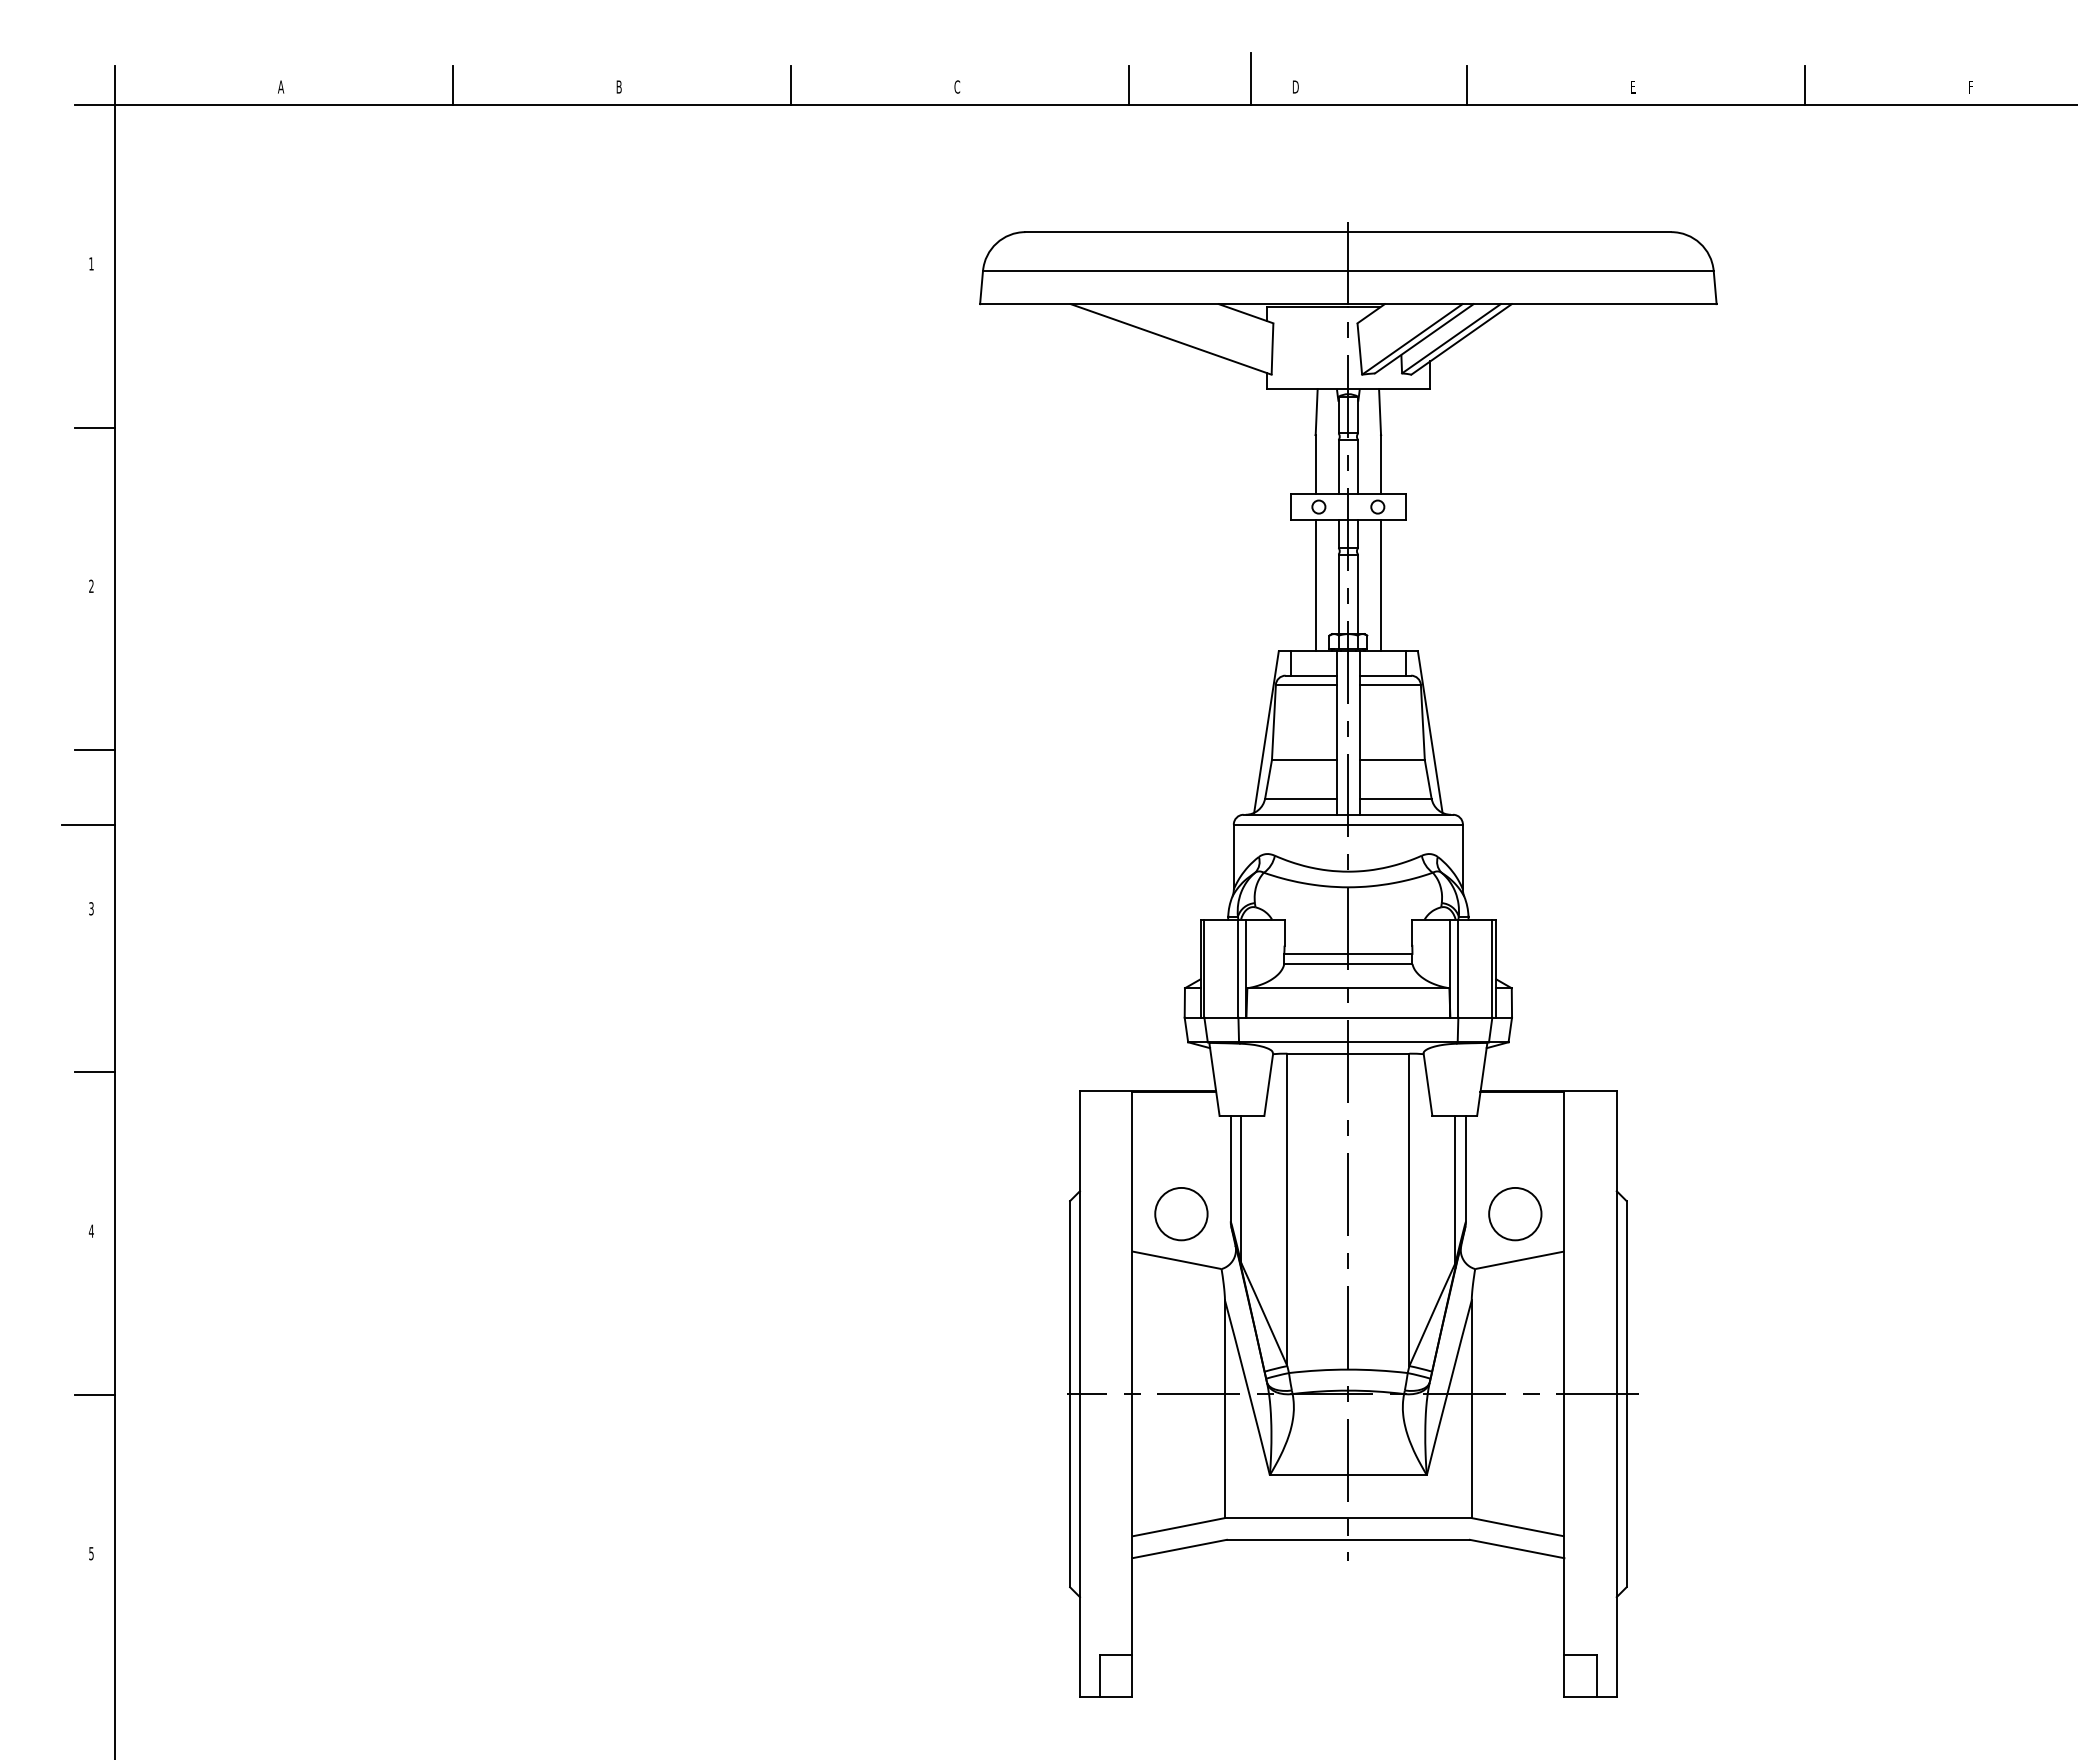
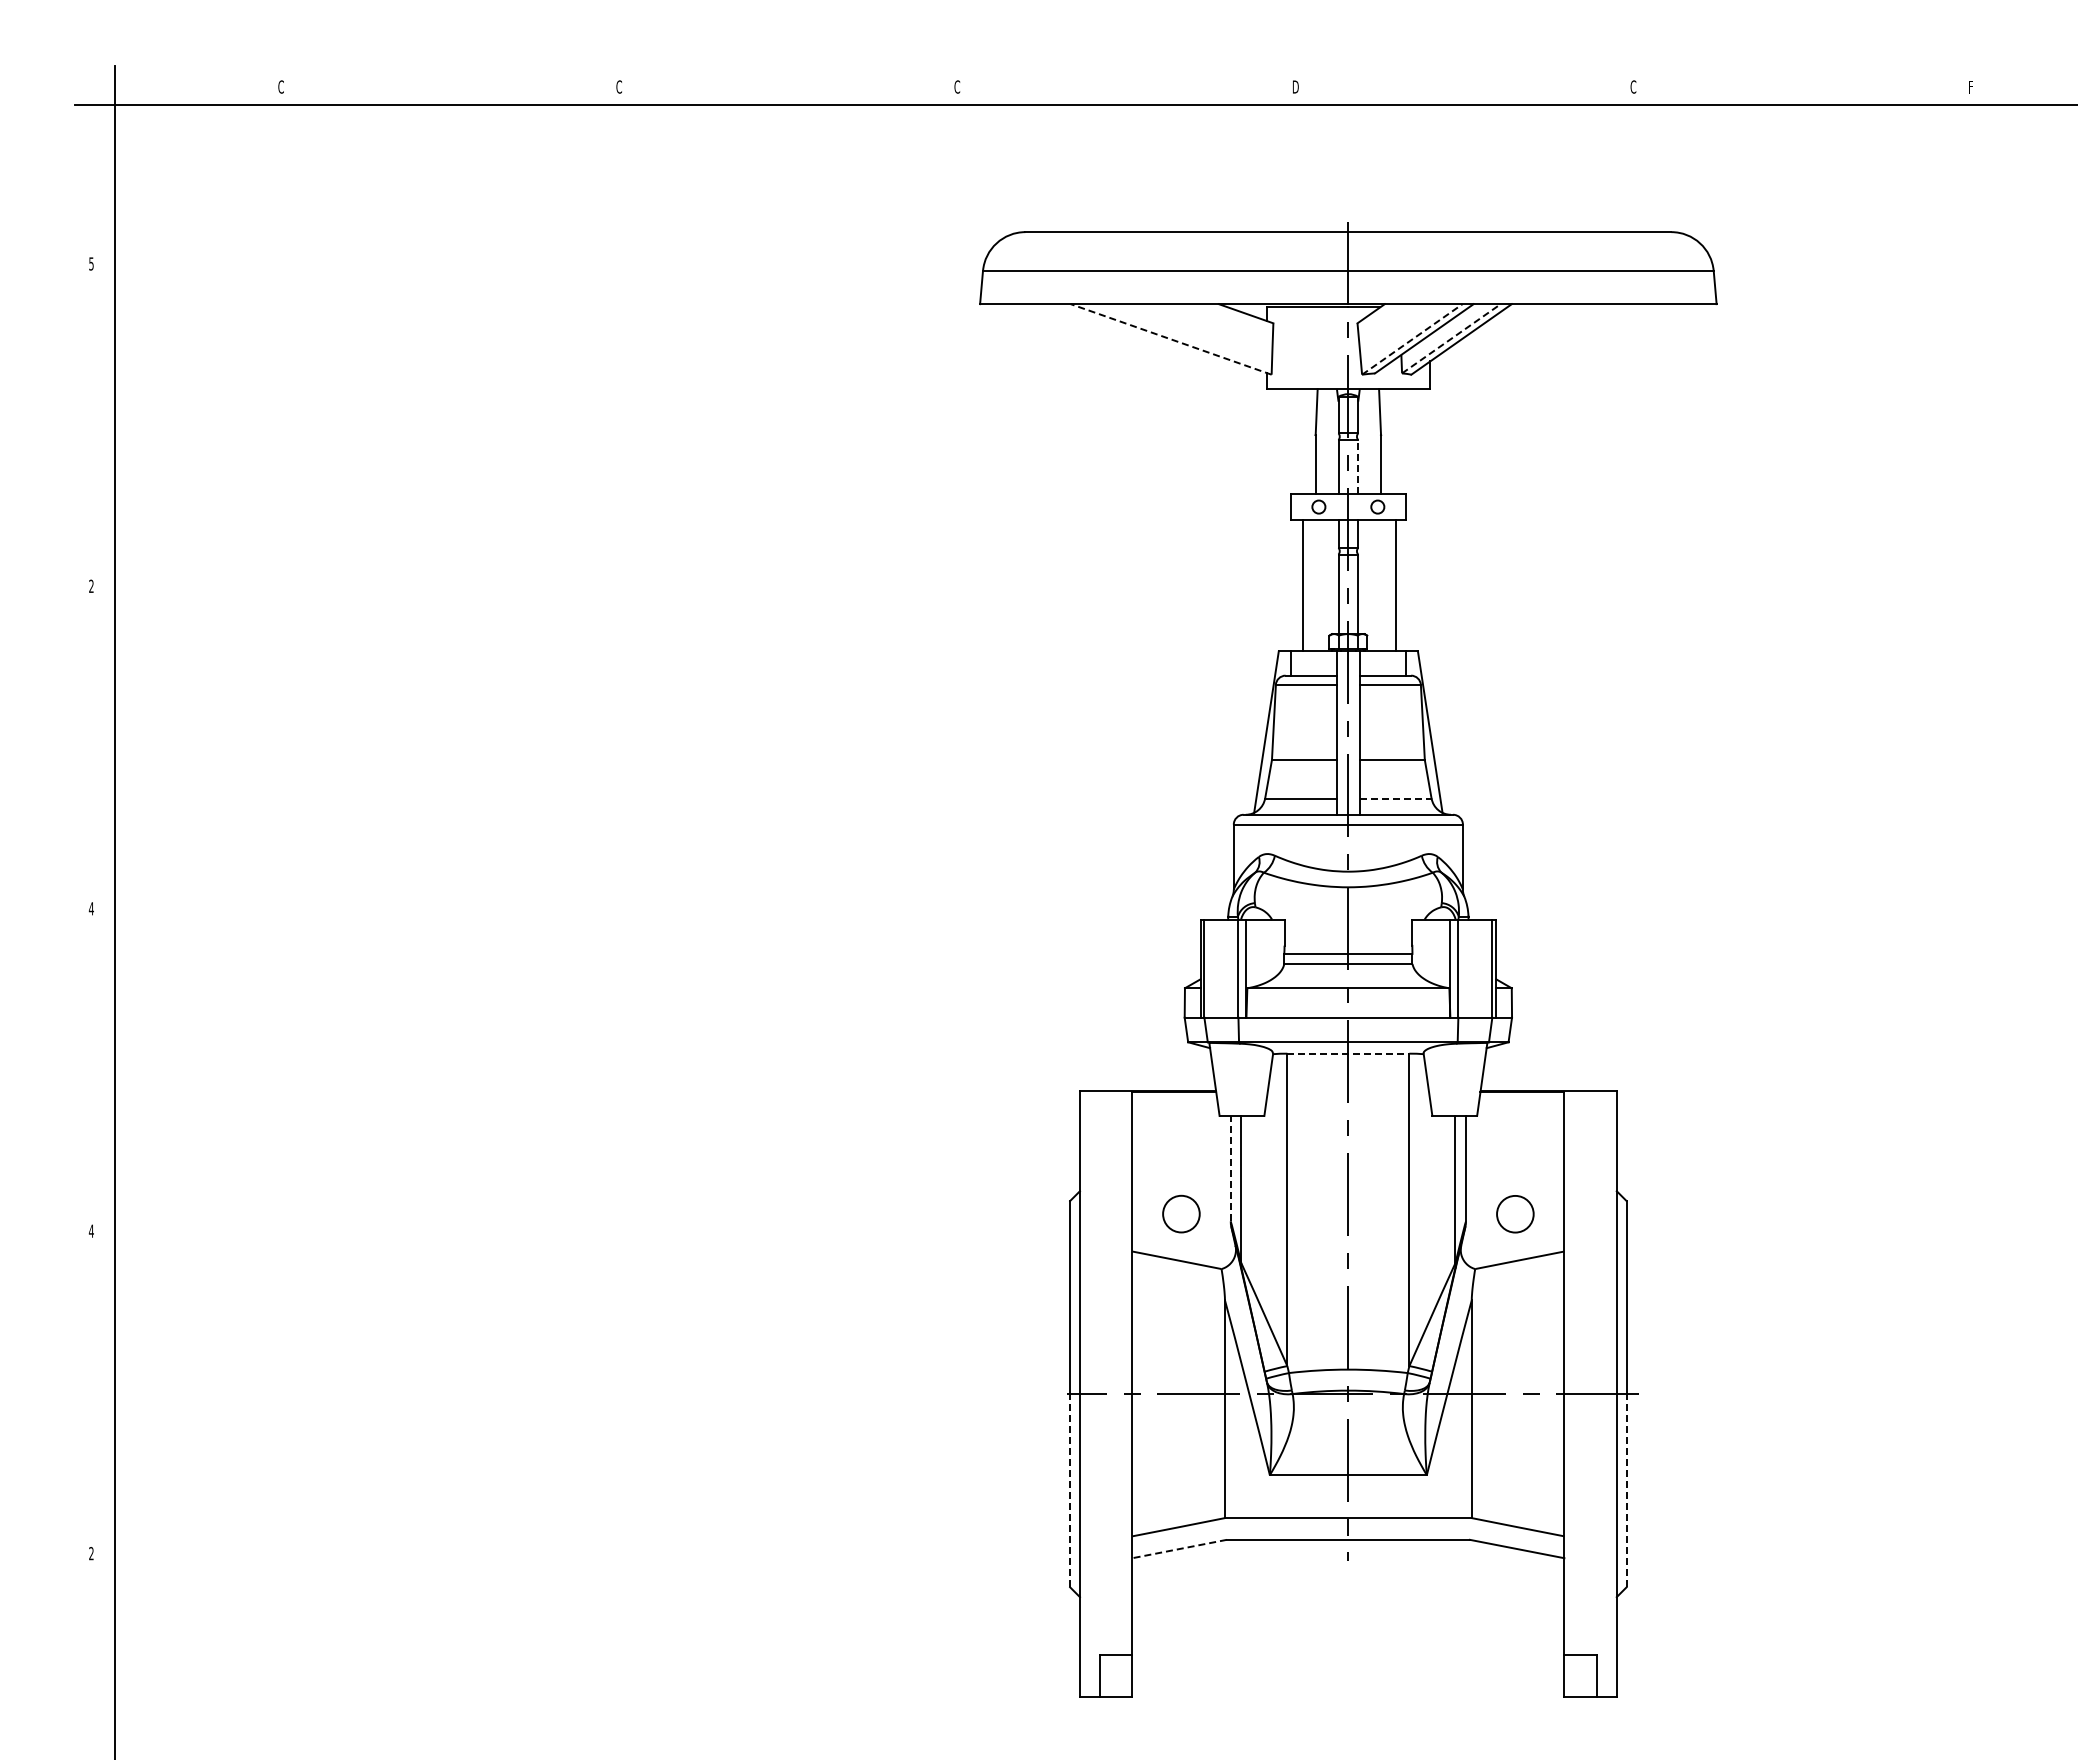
line at (1250, 78): present -> none
line at (452, 85): present -> none
line at (790, 85): present -> none
line at (1128, 85): present -> none
line at (1466, 85): present -> none
line at (1805, 85): present -> none
text at (281, 86): A -> C
text at (619, 86): B -> C
text at (1633, 86): E -> C
text at (91, 263): 1 -> 5
line at (1451, 338): solid -> dashed
line at (1170, 339): solid -> dashed
line at (1412, 339): solid -> dashed
line at (94, 427): present -> none
line at (1358, 466): solid -> dashed
line at (1315, 585) position: (1315, 585) -> (1302, 585)
line at (1381, 585) position: (1381, 585) -> (1396, 585)
line at (94, 750): present -> none
line at (1395, 798): solid -> dashed
line at (88, 825): present -> none
text at (90, 908): 3 -> 4
line at (1348, 1053): solid -> dashed
line at (94, 1072): present -> none
line at (1230, 1168): solid -> dashed
circle at (1181, 1213) diameter: 52 px -> 37 px
circle at (1515, 1214) size: 55x55 px -> 39x39 px
line at (94, 1394): present -> none
line at (1070, 1490): solid -> dashed
line at (1626, 1490): solid -> dashed
line at (1179, 1549): solid -> dashed
text at (91, 1553): 5 -> 2
